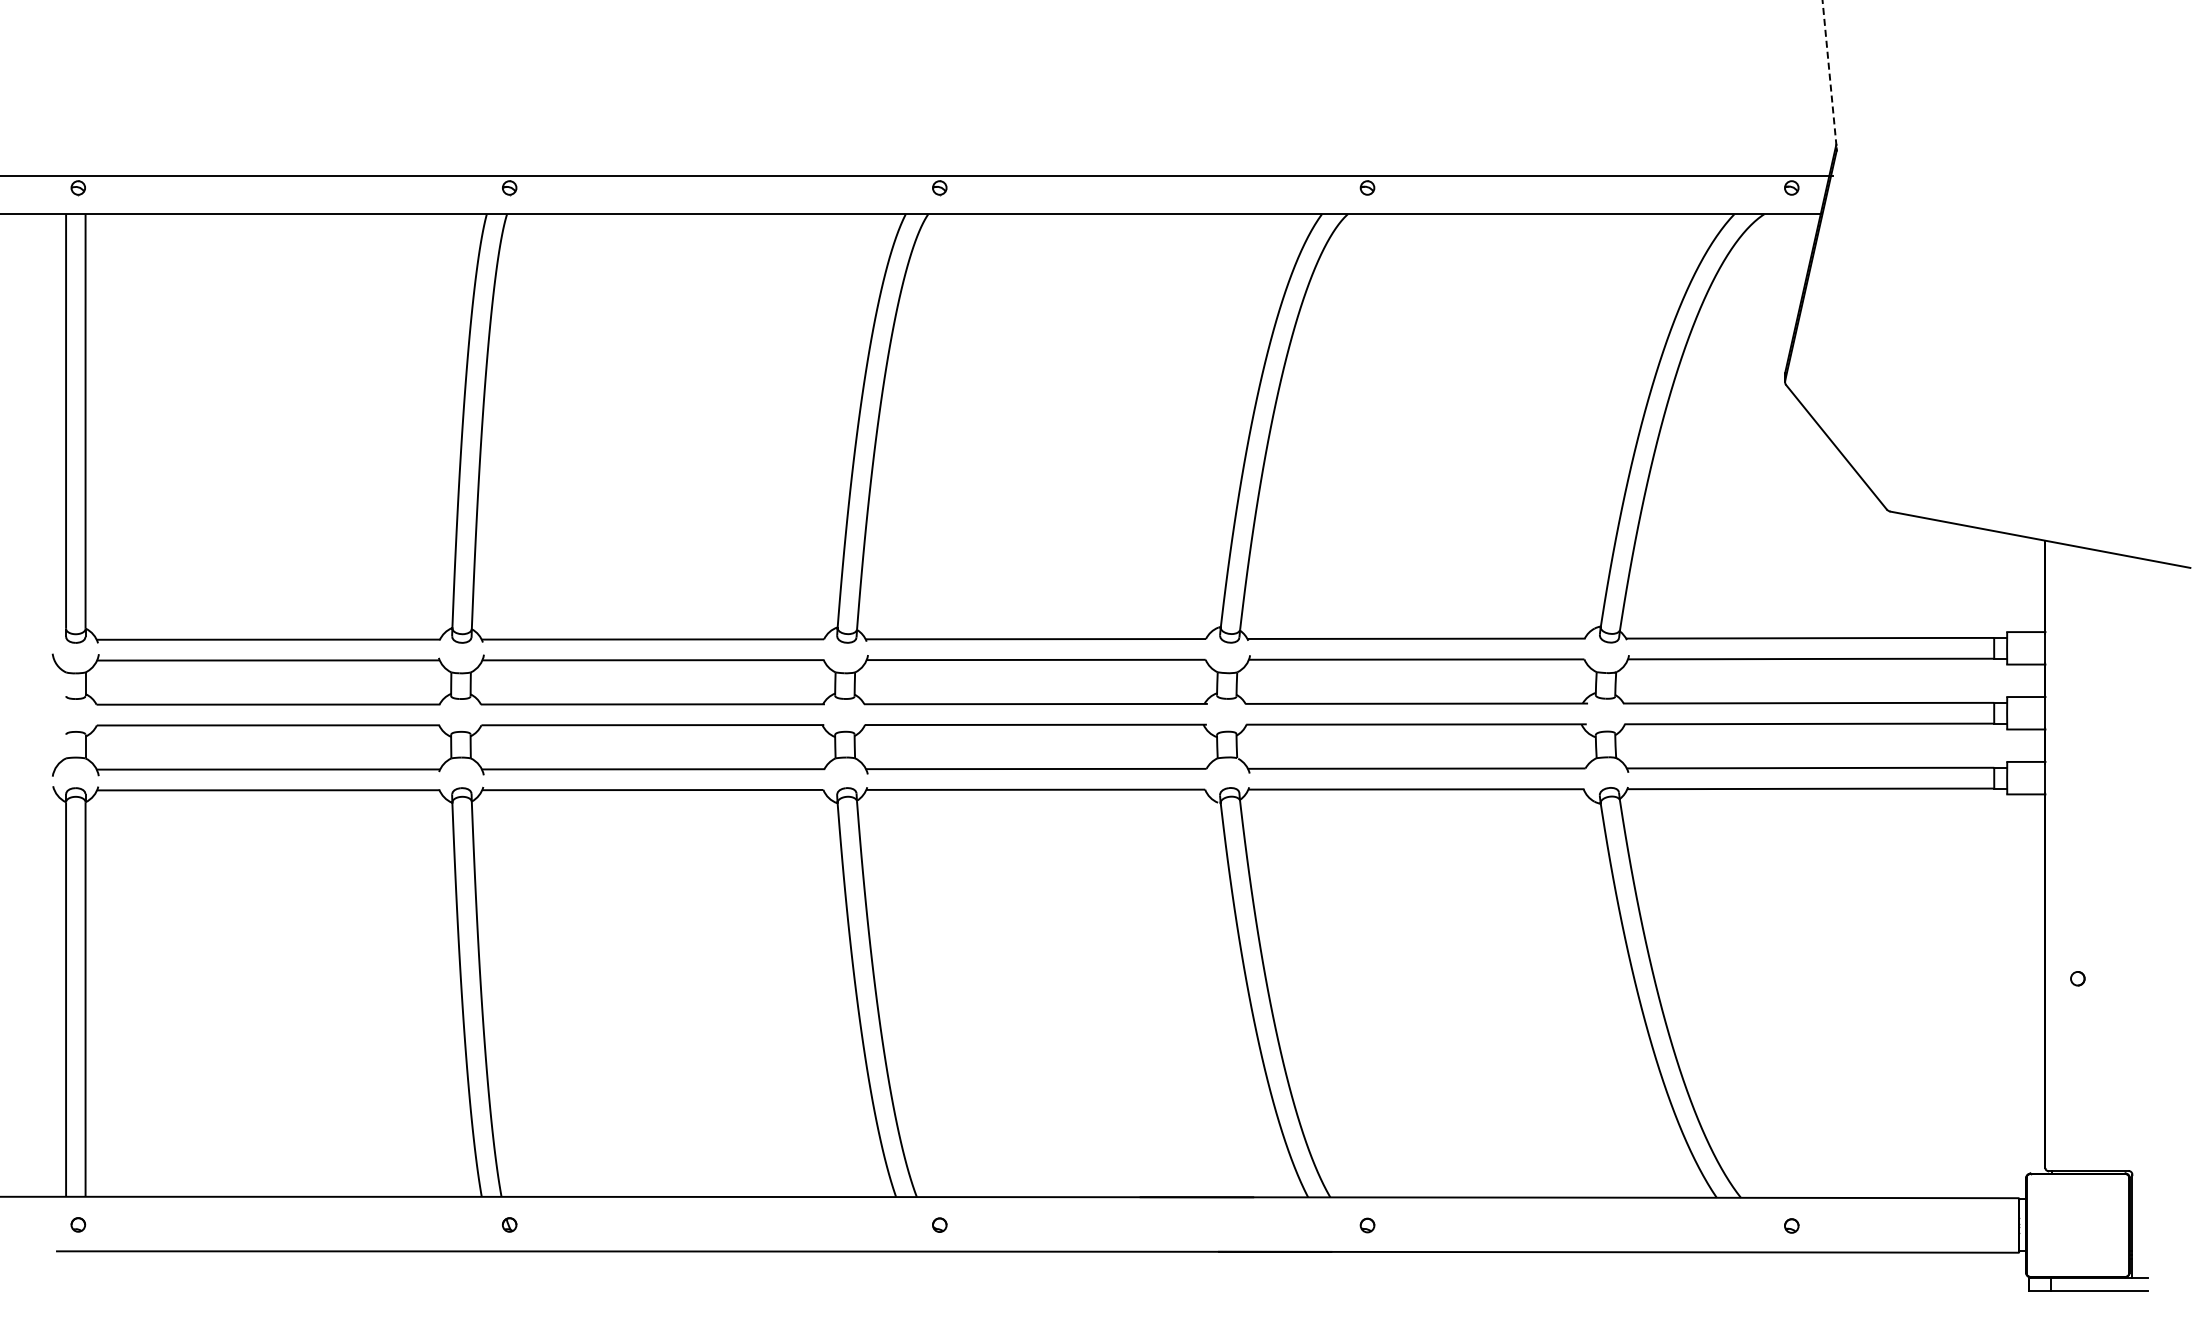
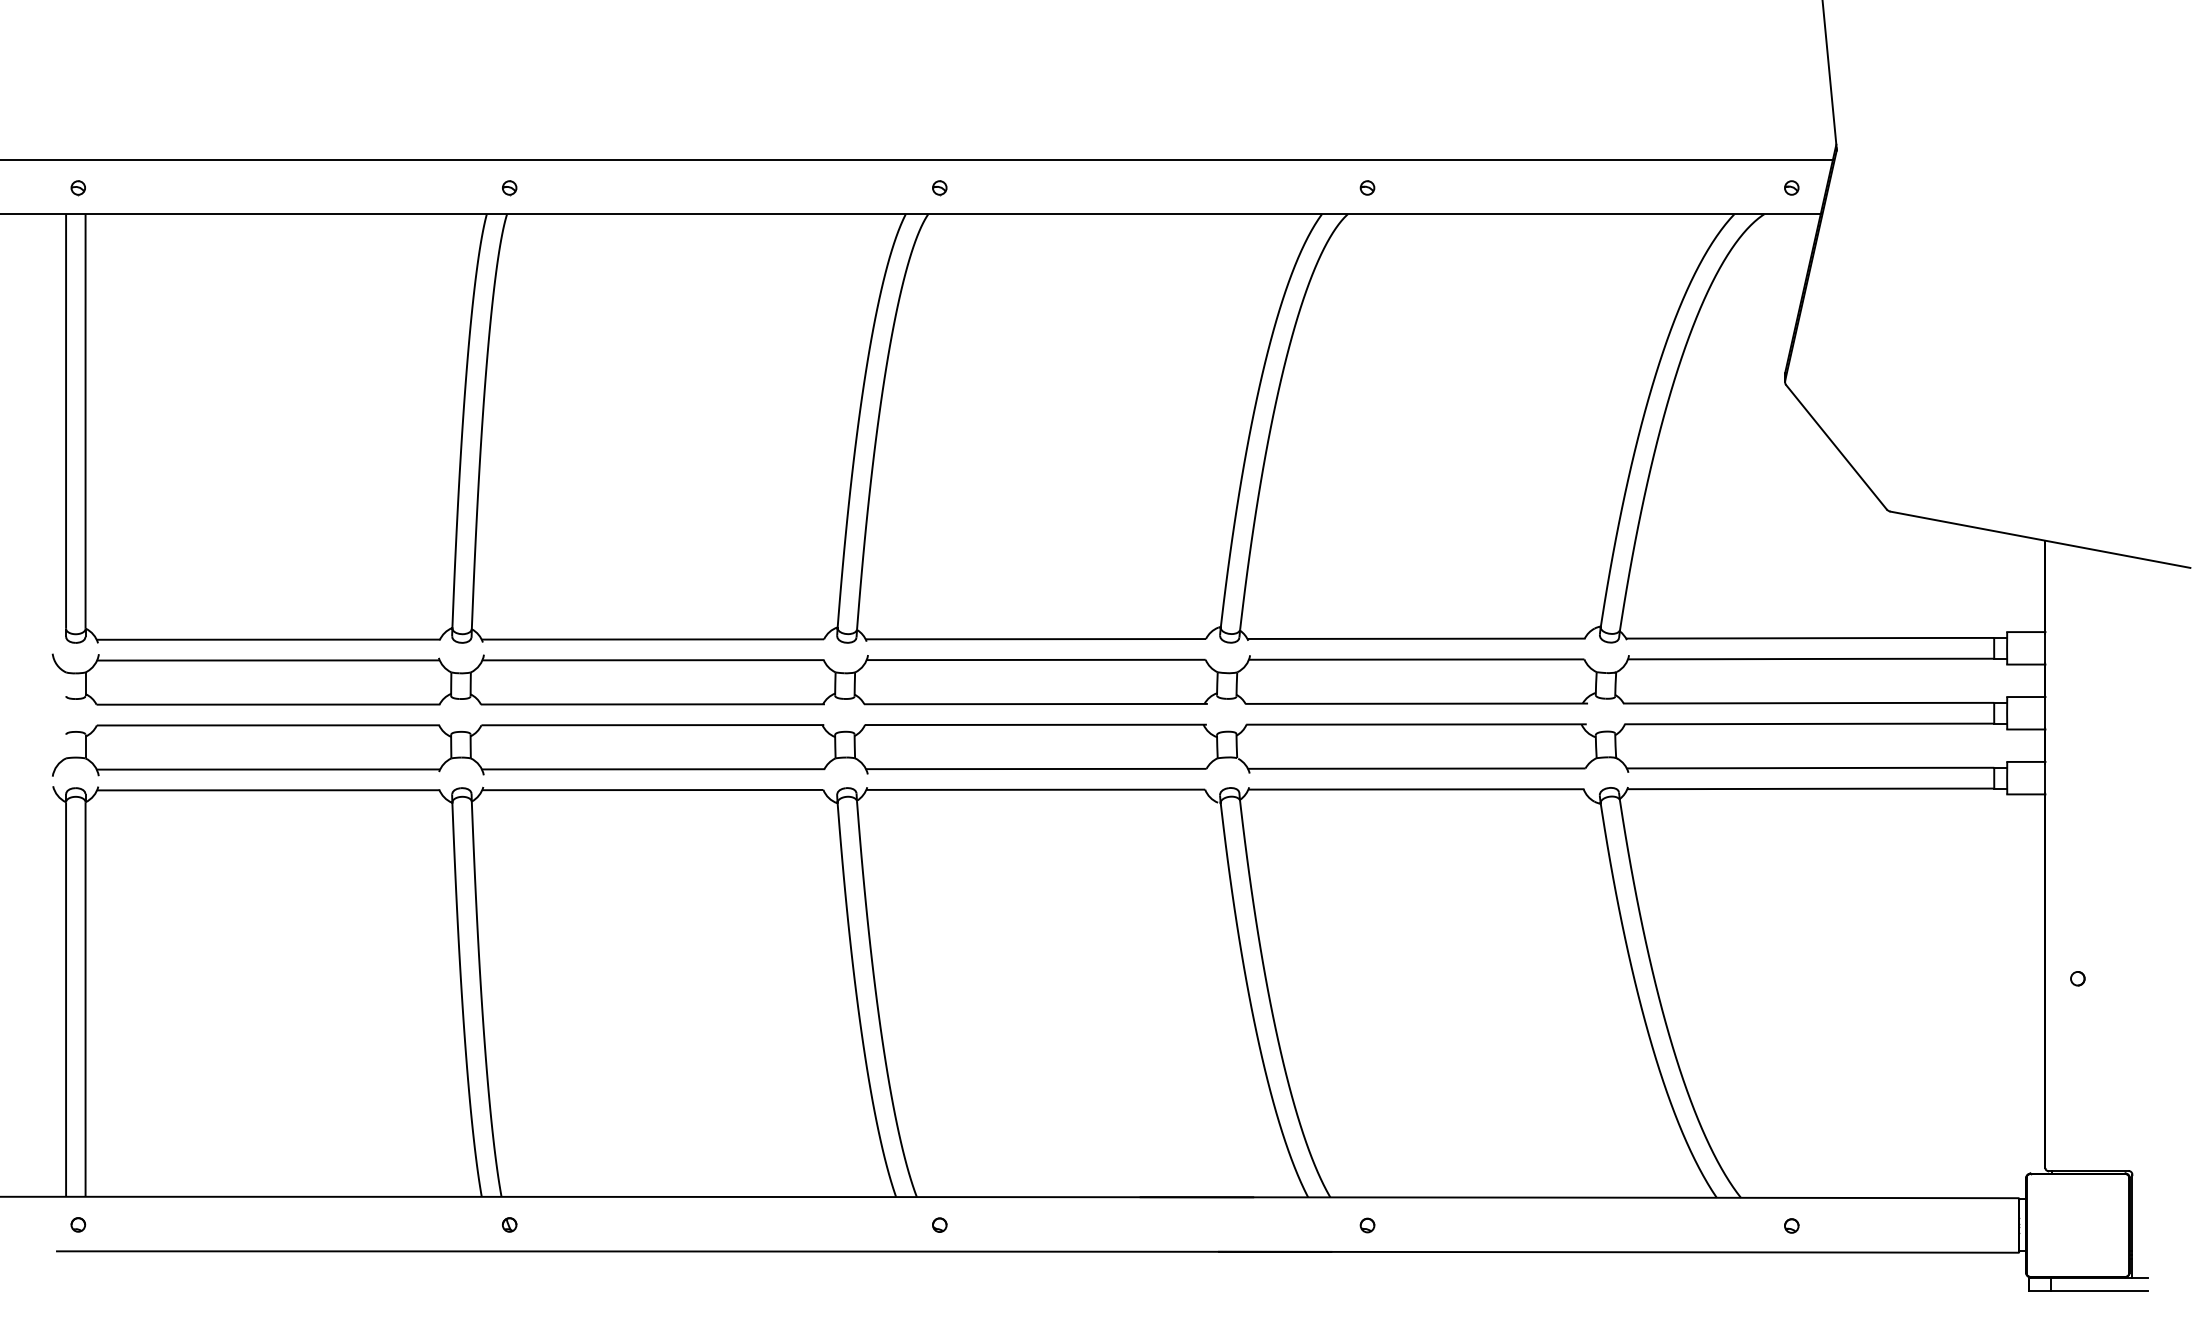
line at (1829, 75): dashed -> solid
line at (917, 175) position: (917, 175) -> (917, 159)
